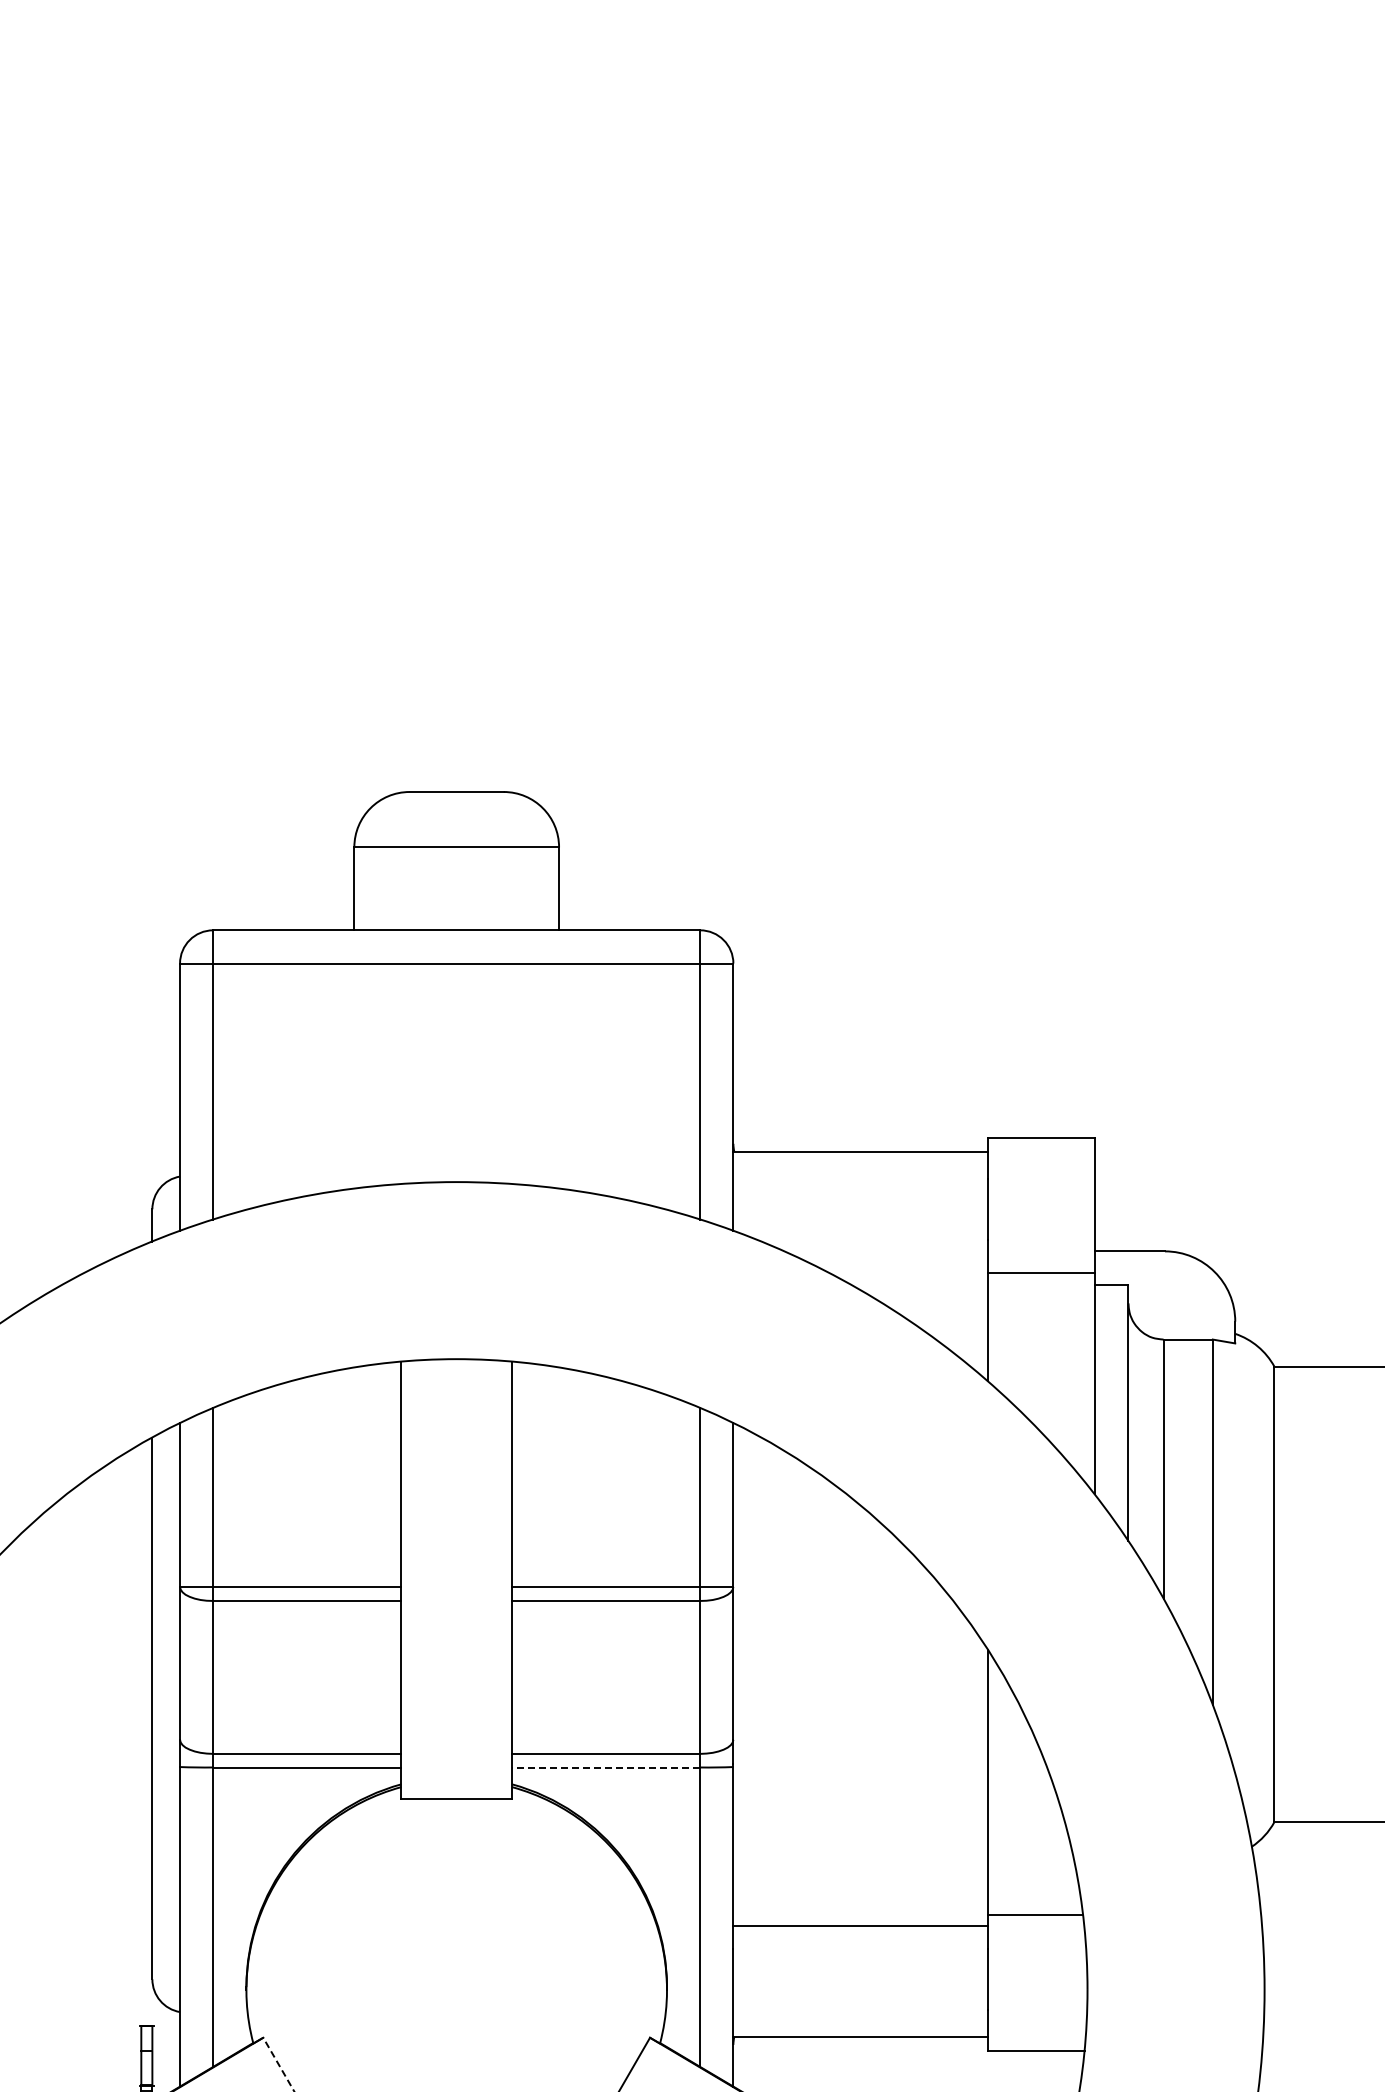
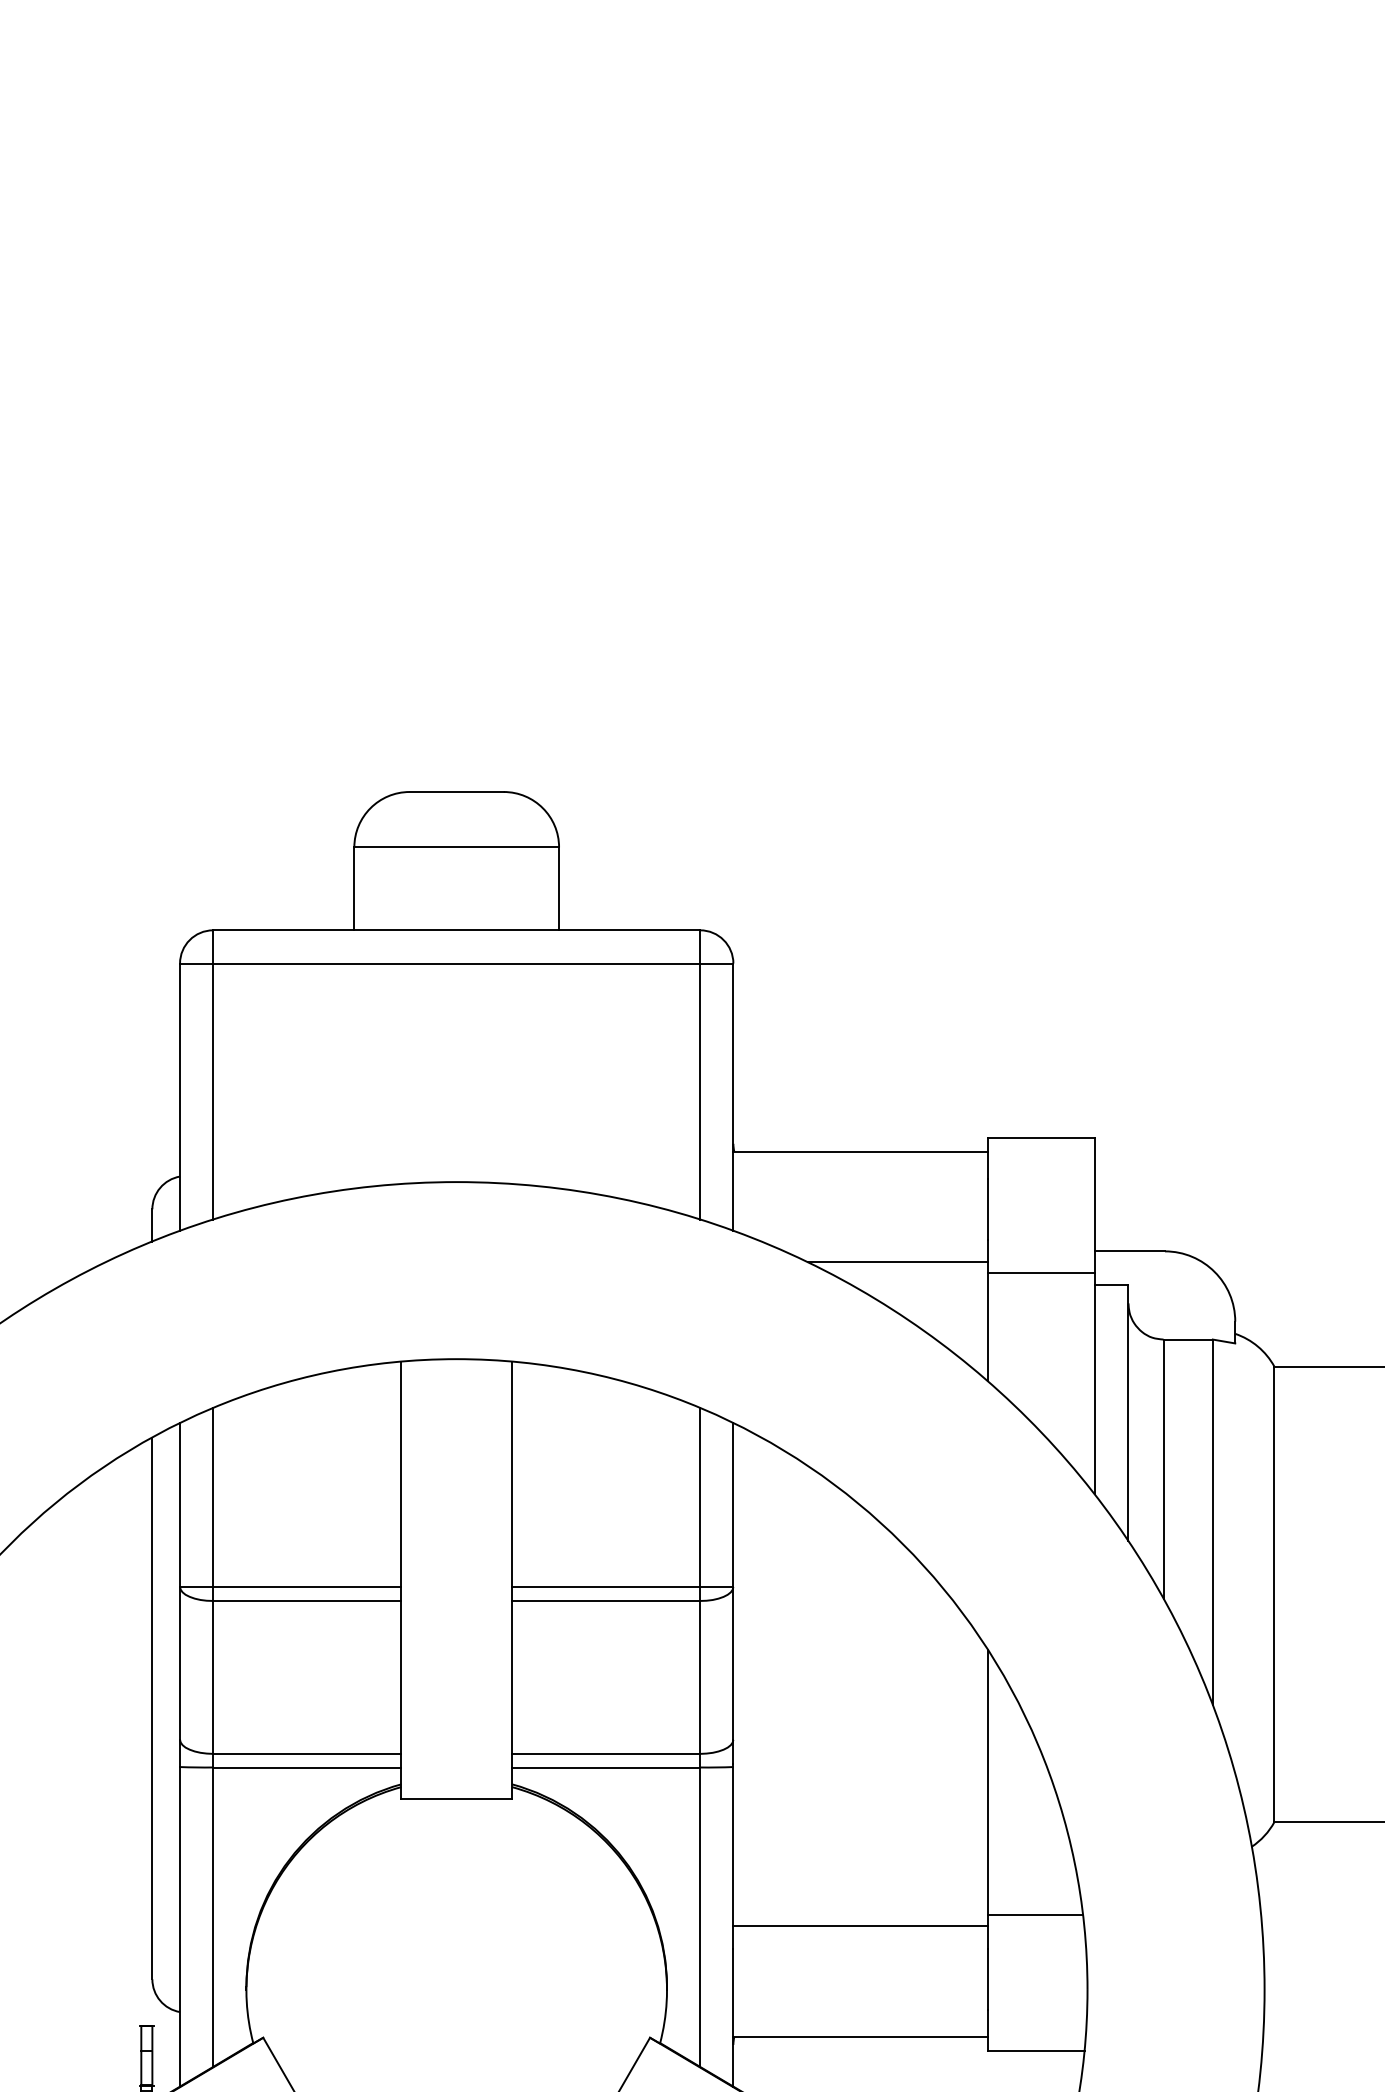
line at (897, 1262): none -> present
line at (605, 1767): dashed -> solid
line at (278, 2064): dashed -> solid
